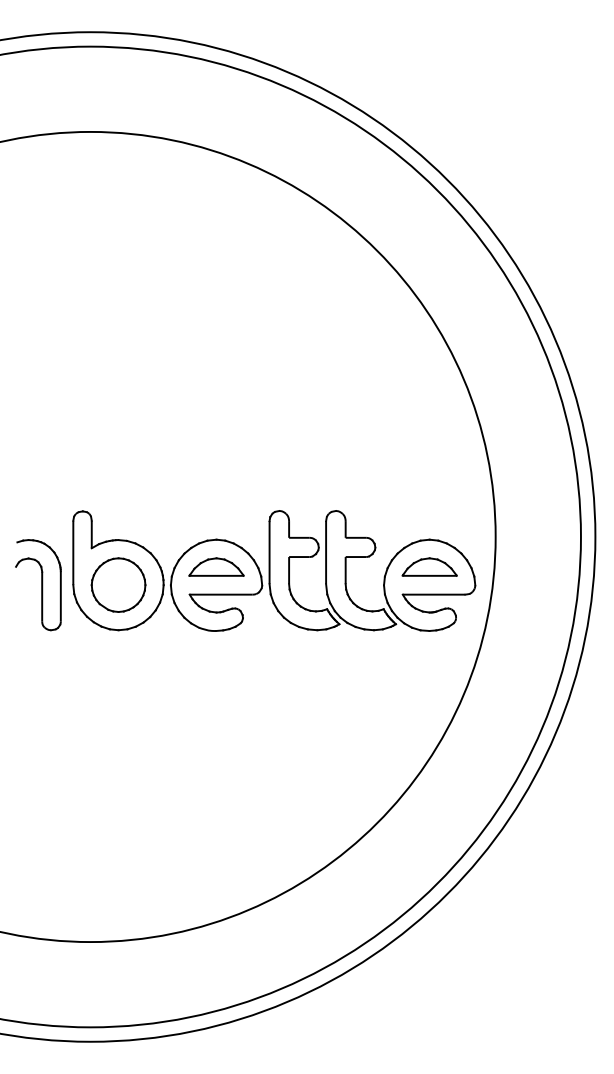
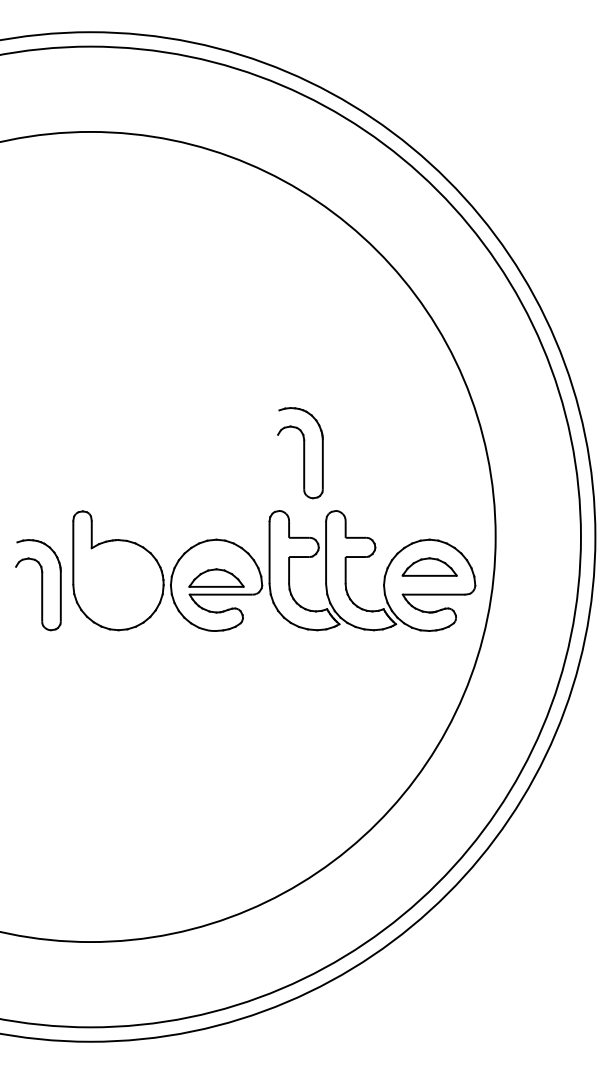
part at (300, 453): none -> present
part at (216, 566) position: (216, 566) -> (216, 577)
part at (118, 584): present -> none
